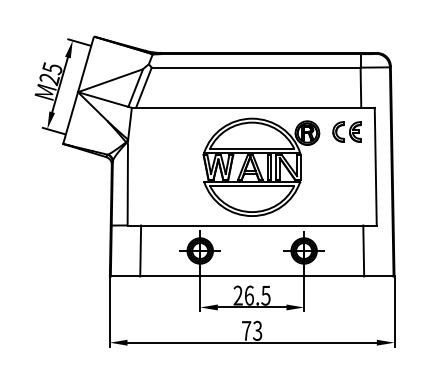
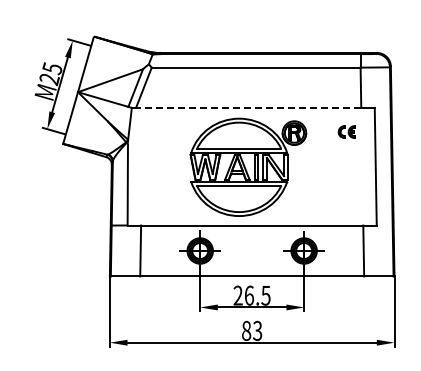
line at (248, 107): solid -> dashed
part at (346, 131) size: 30x22 px -> 19x14 px
part at (261, 166) position: (261, 166) -> (248, 166)
text at (246, 330): 73 -> 83
